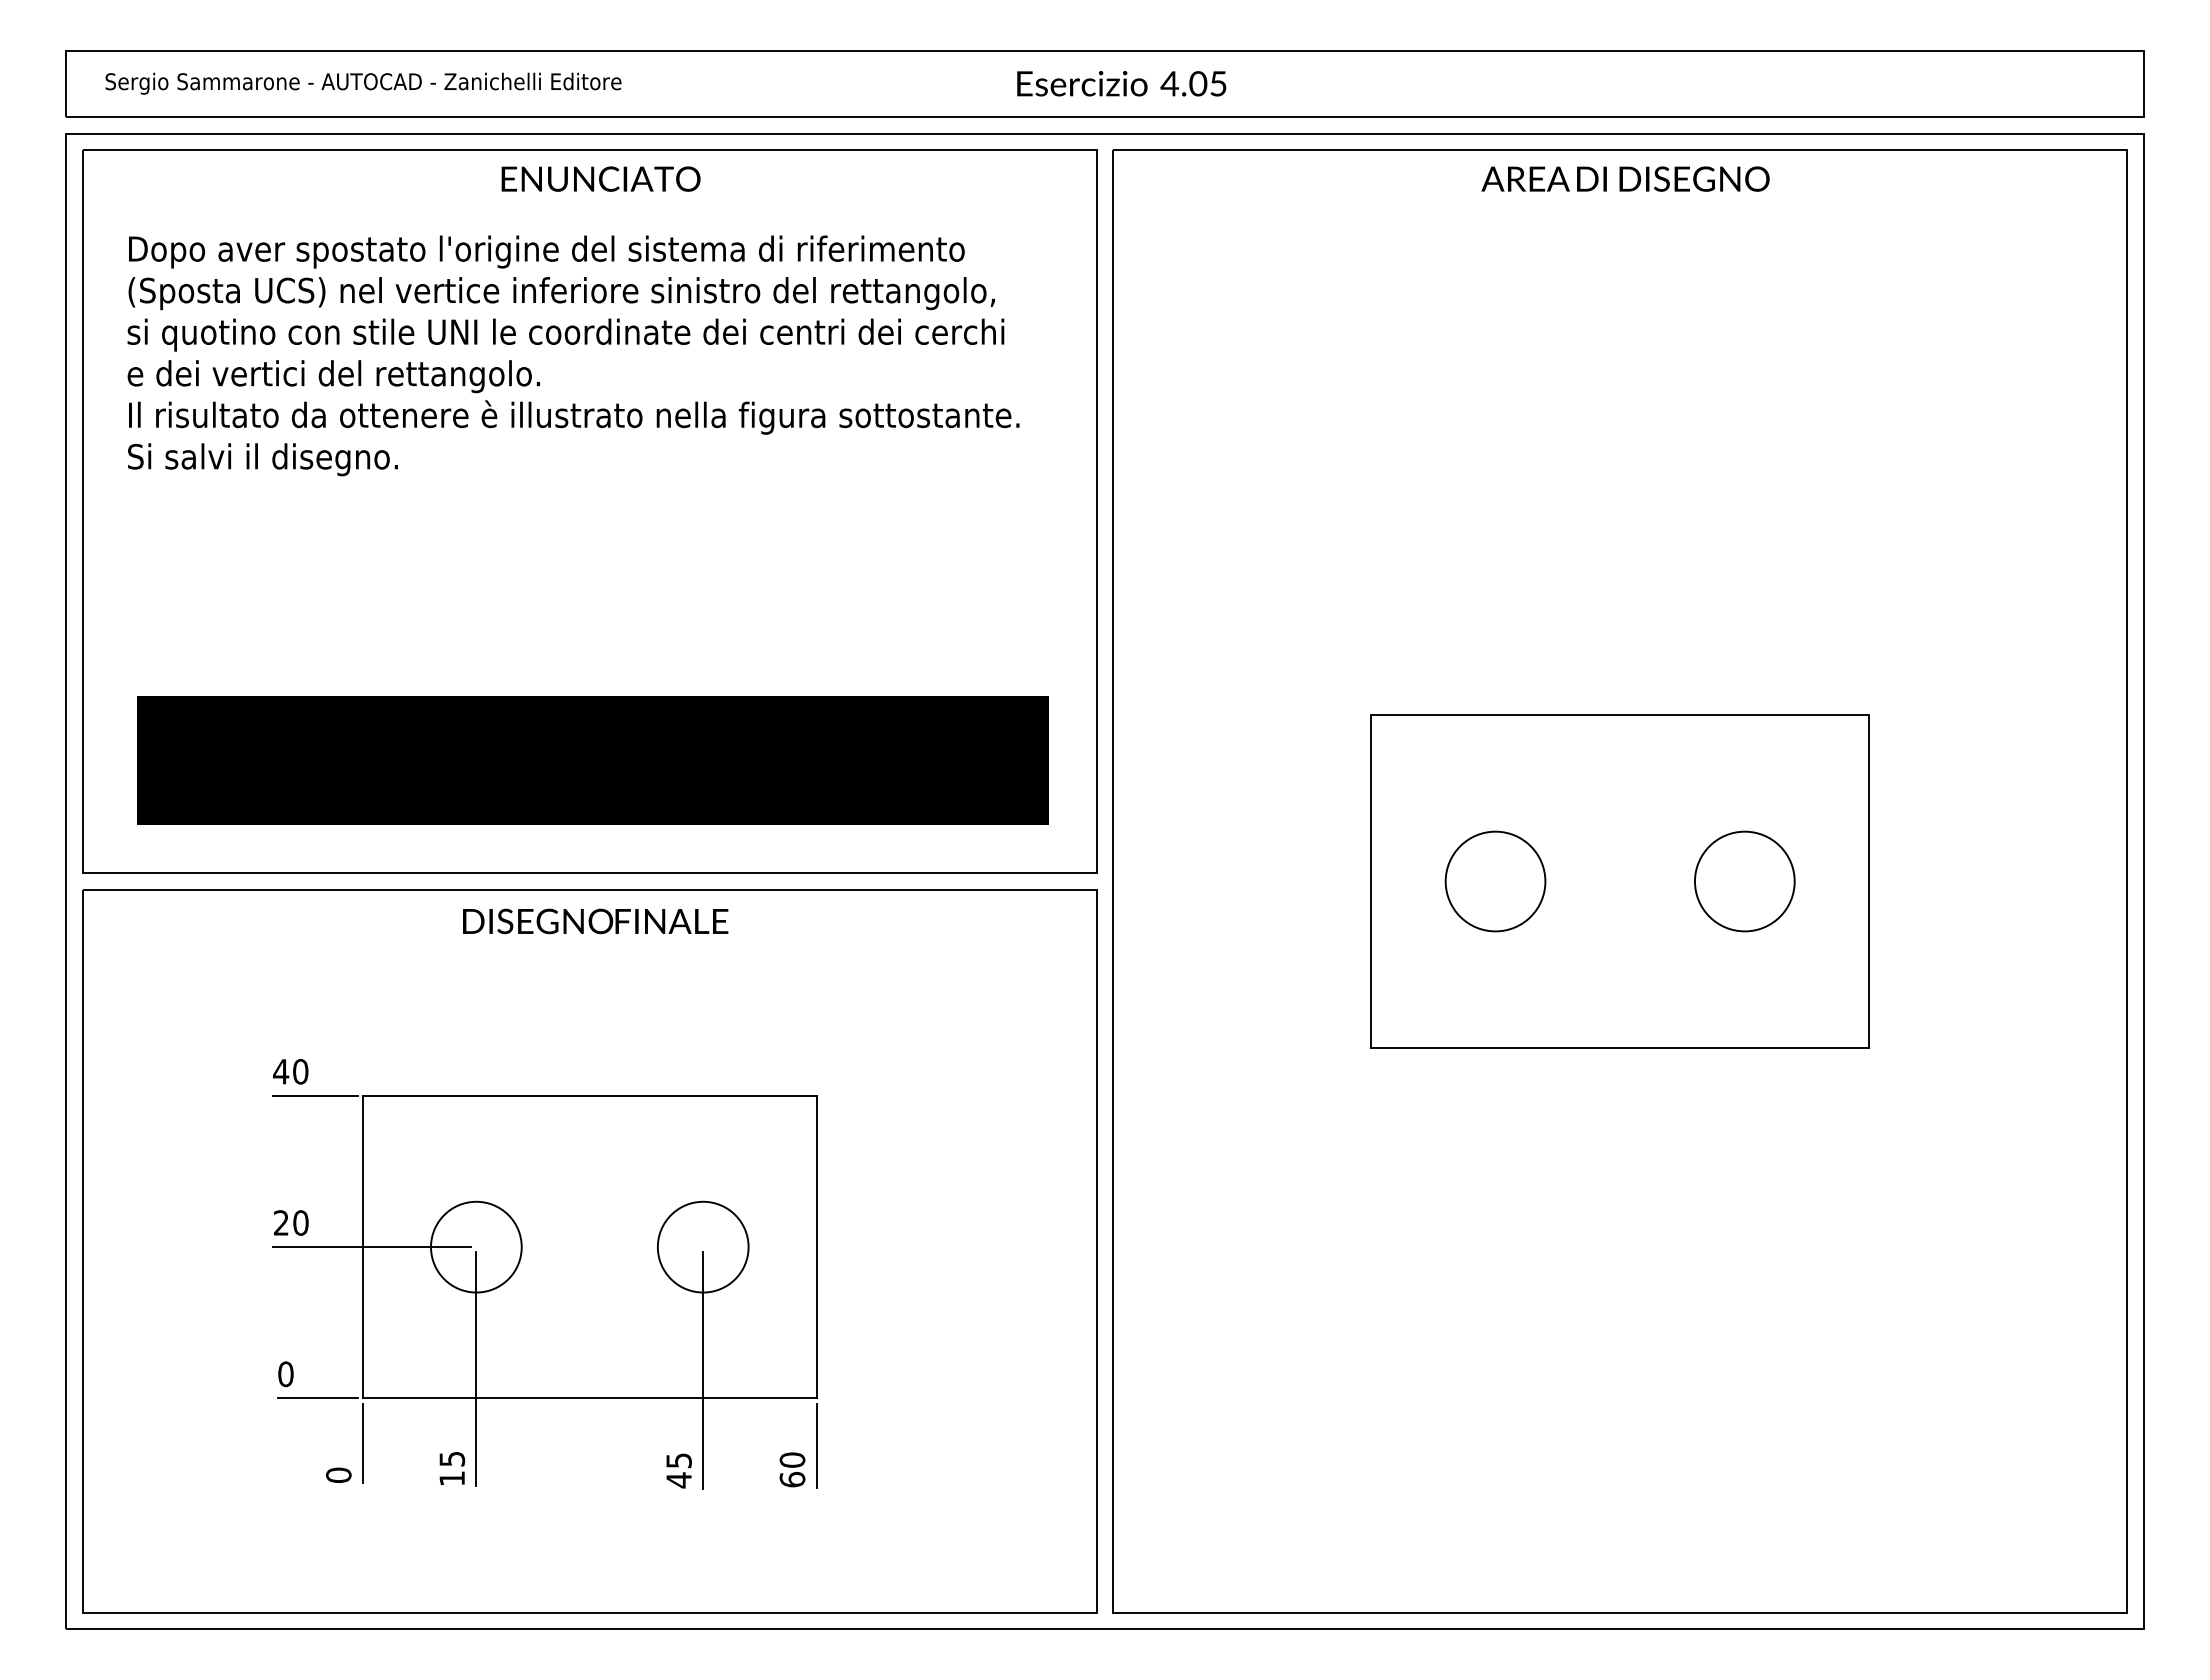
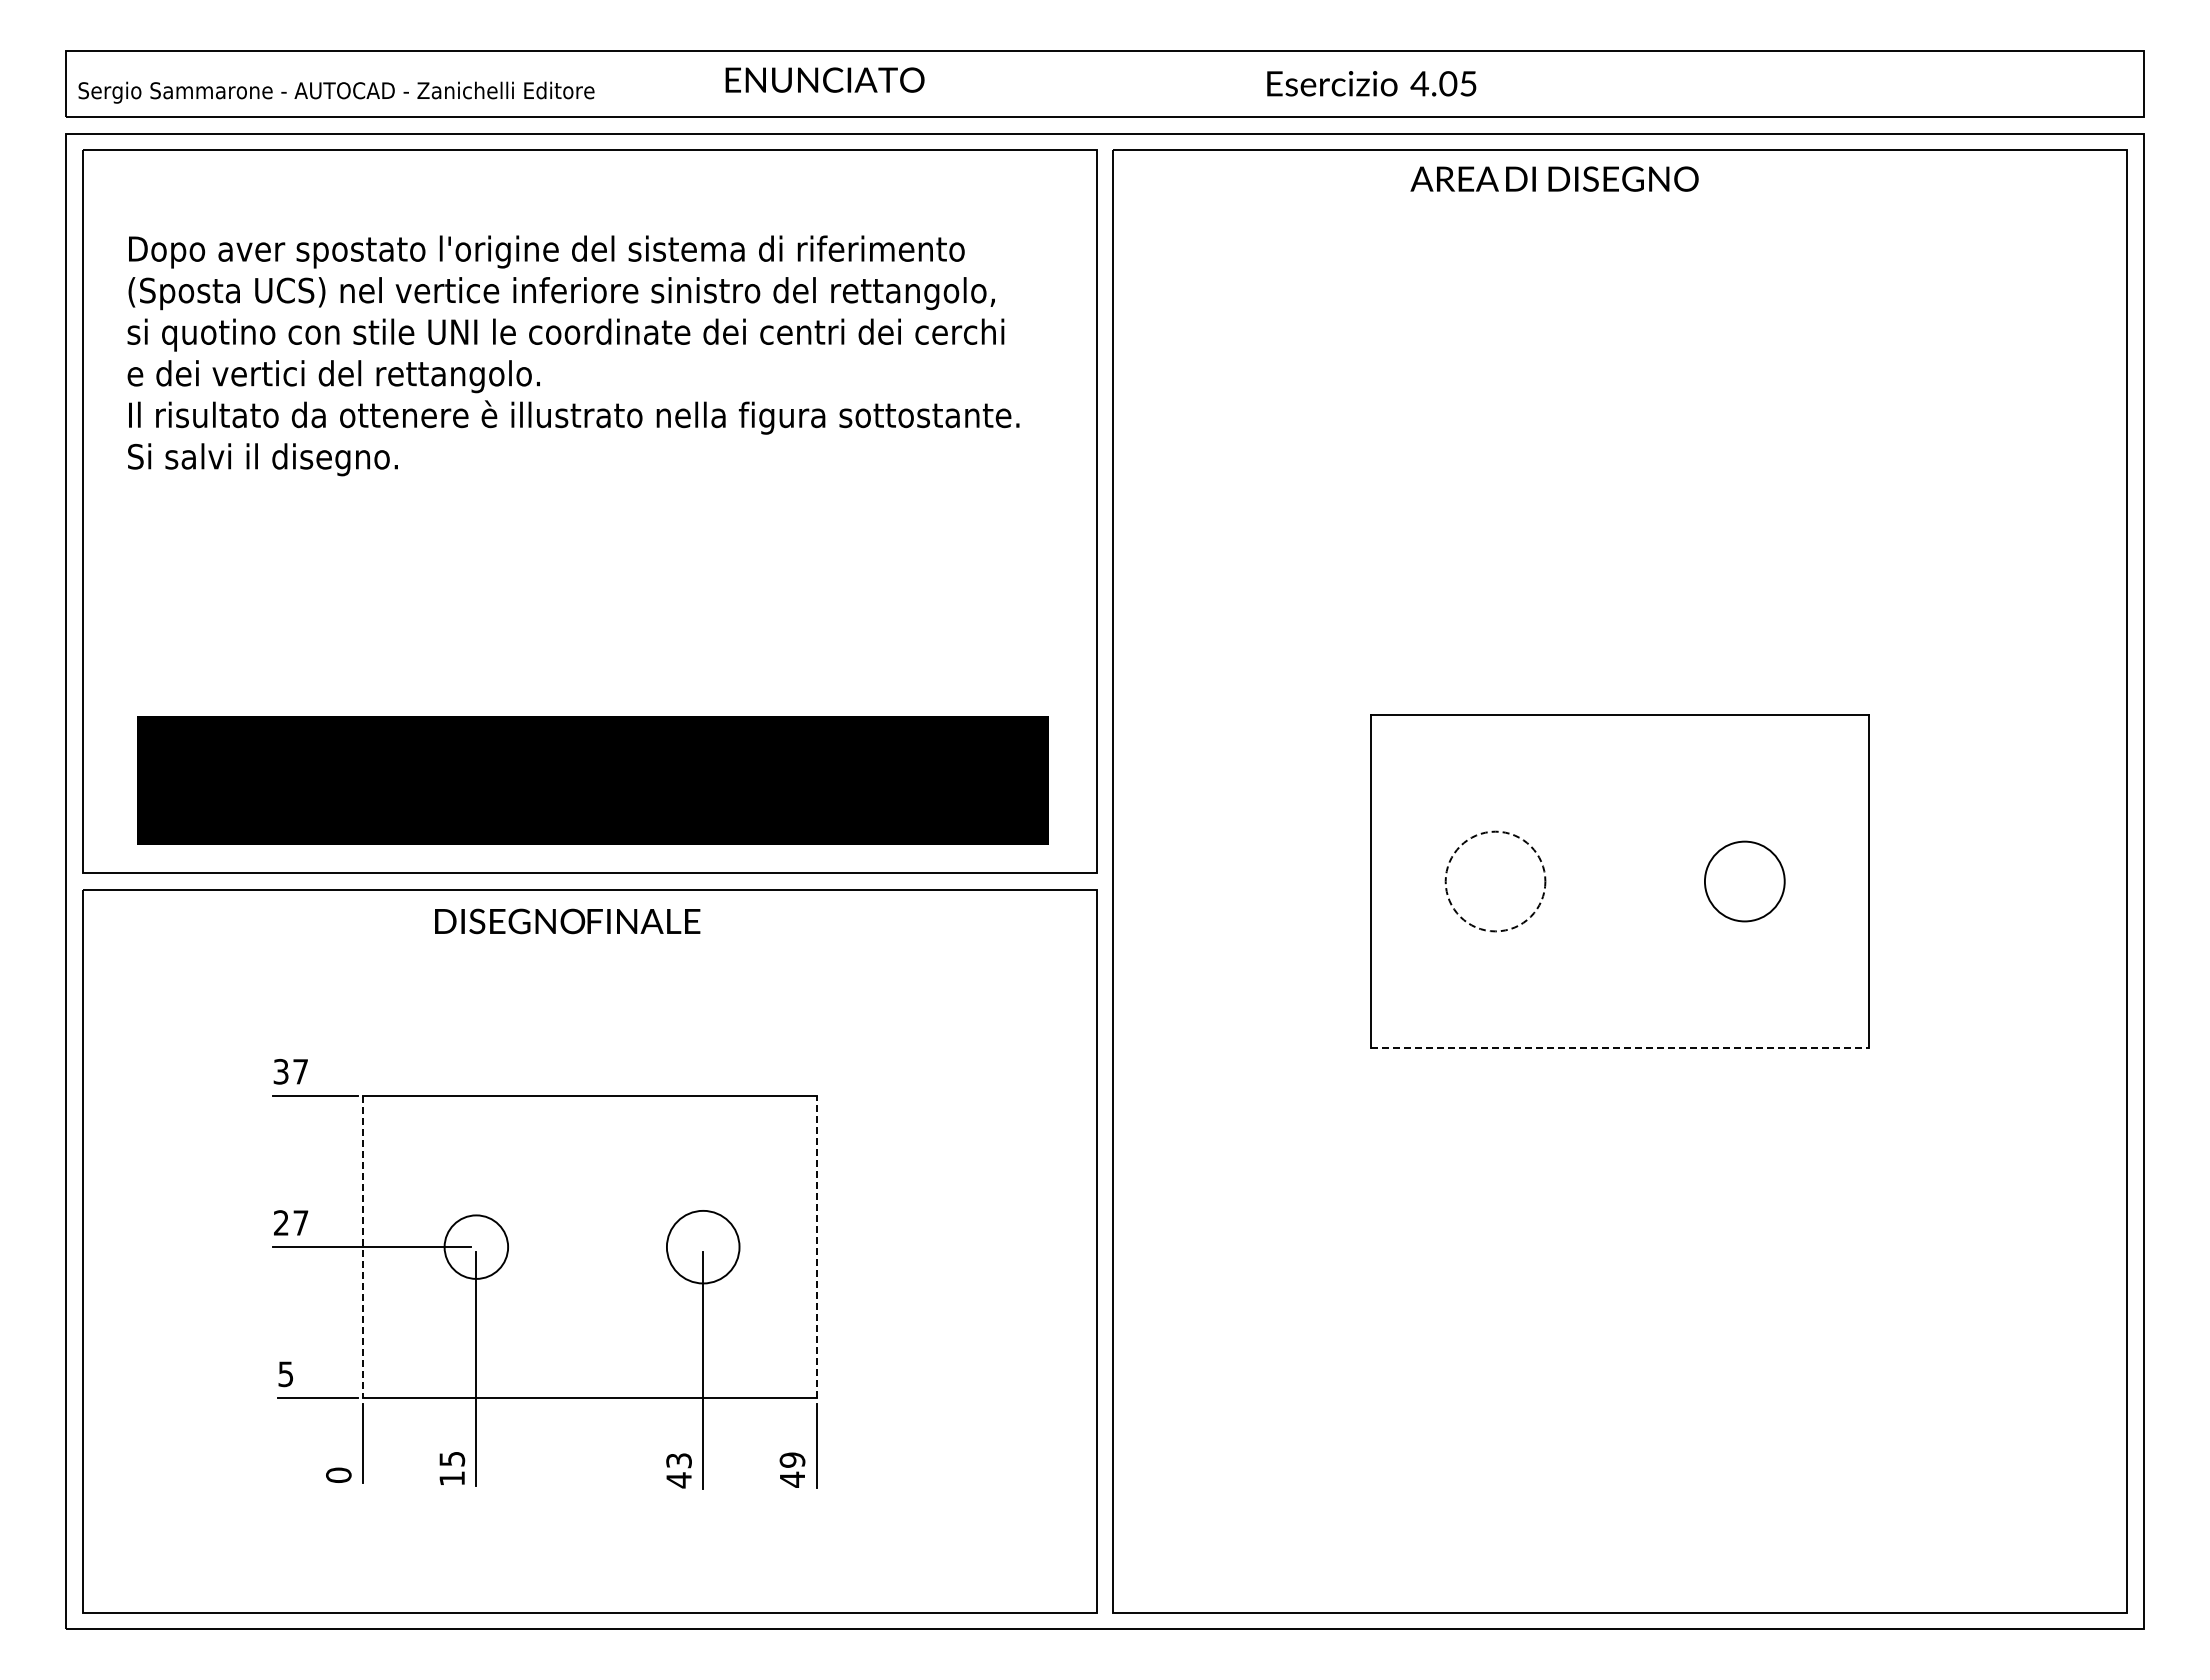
text at (363, 83) position: (363, 83) -> (336, 92)
text at (1121, 83) position: (1121, 83) -> (1371, 83)
text at (600, 178) position: (600, 178) -> (824, 79)
text at (1625, 178) position: (1625, 178) -> (1554, 178)
text at (592, 760) position: (592, 760) -> (592, 780)
circle at (1495, 881): solid -> dashed
circle at (1744, 881) diameter: 100 px -> 80 px
text at (595, 921) position: (595, 921) -> (567, 921)
line at (1620, 1047): solid -> dashed
text at (290, 1071): 40 -> 37
text at (300, 1222): 20 -> 27
circle at (476, 1246) diameter: 91 px -> 64 px
circle at (702, 1246) diameter: 91 px -> 73 px
line at (816, 1246): solid -> dashed
line at (362, 1247): solid -> dashed
text at (285, 1374): 0 -> 5
text at (678, 1460): 45 -> 43
text at (792, 1469): 60 -> 49
